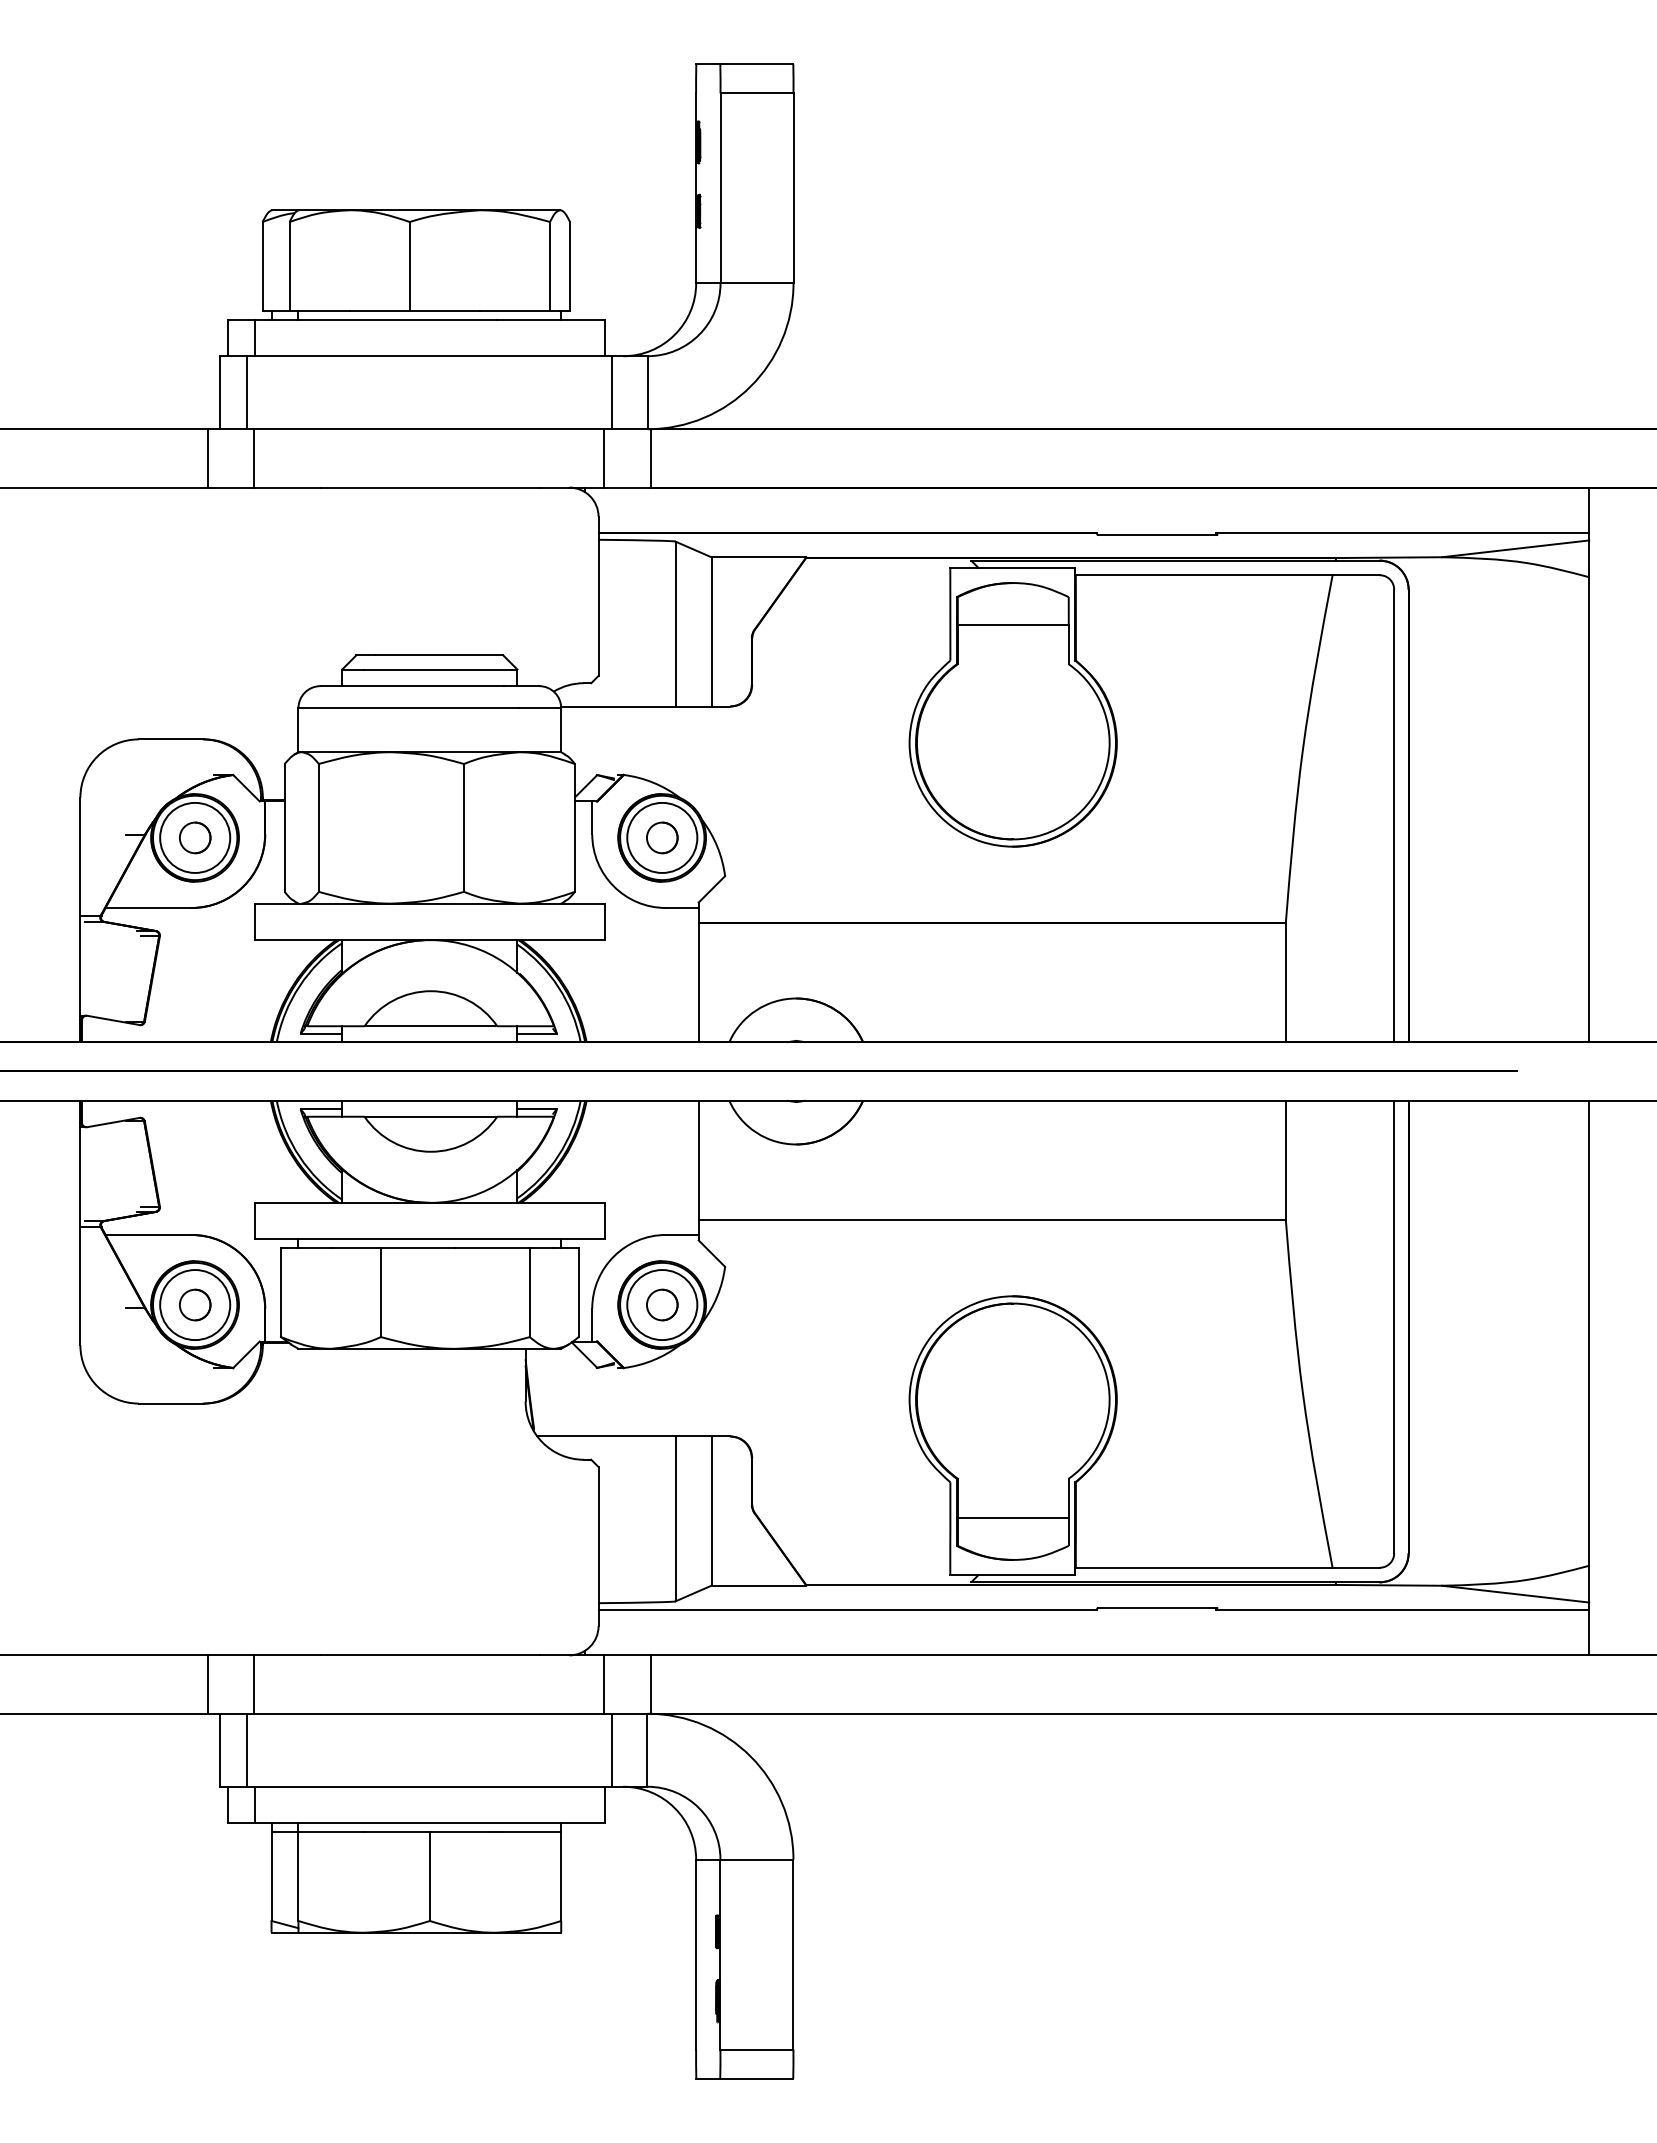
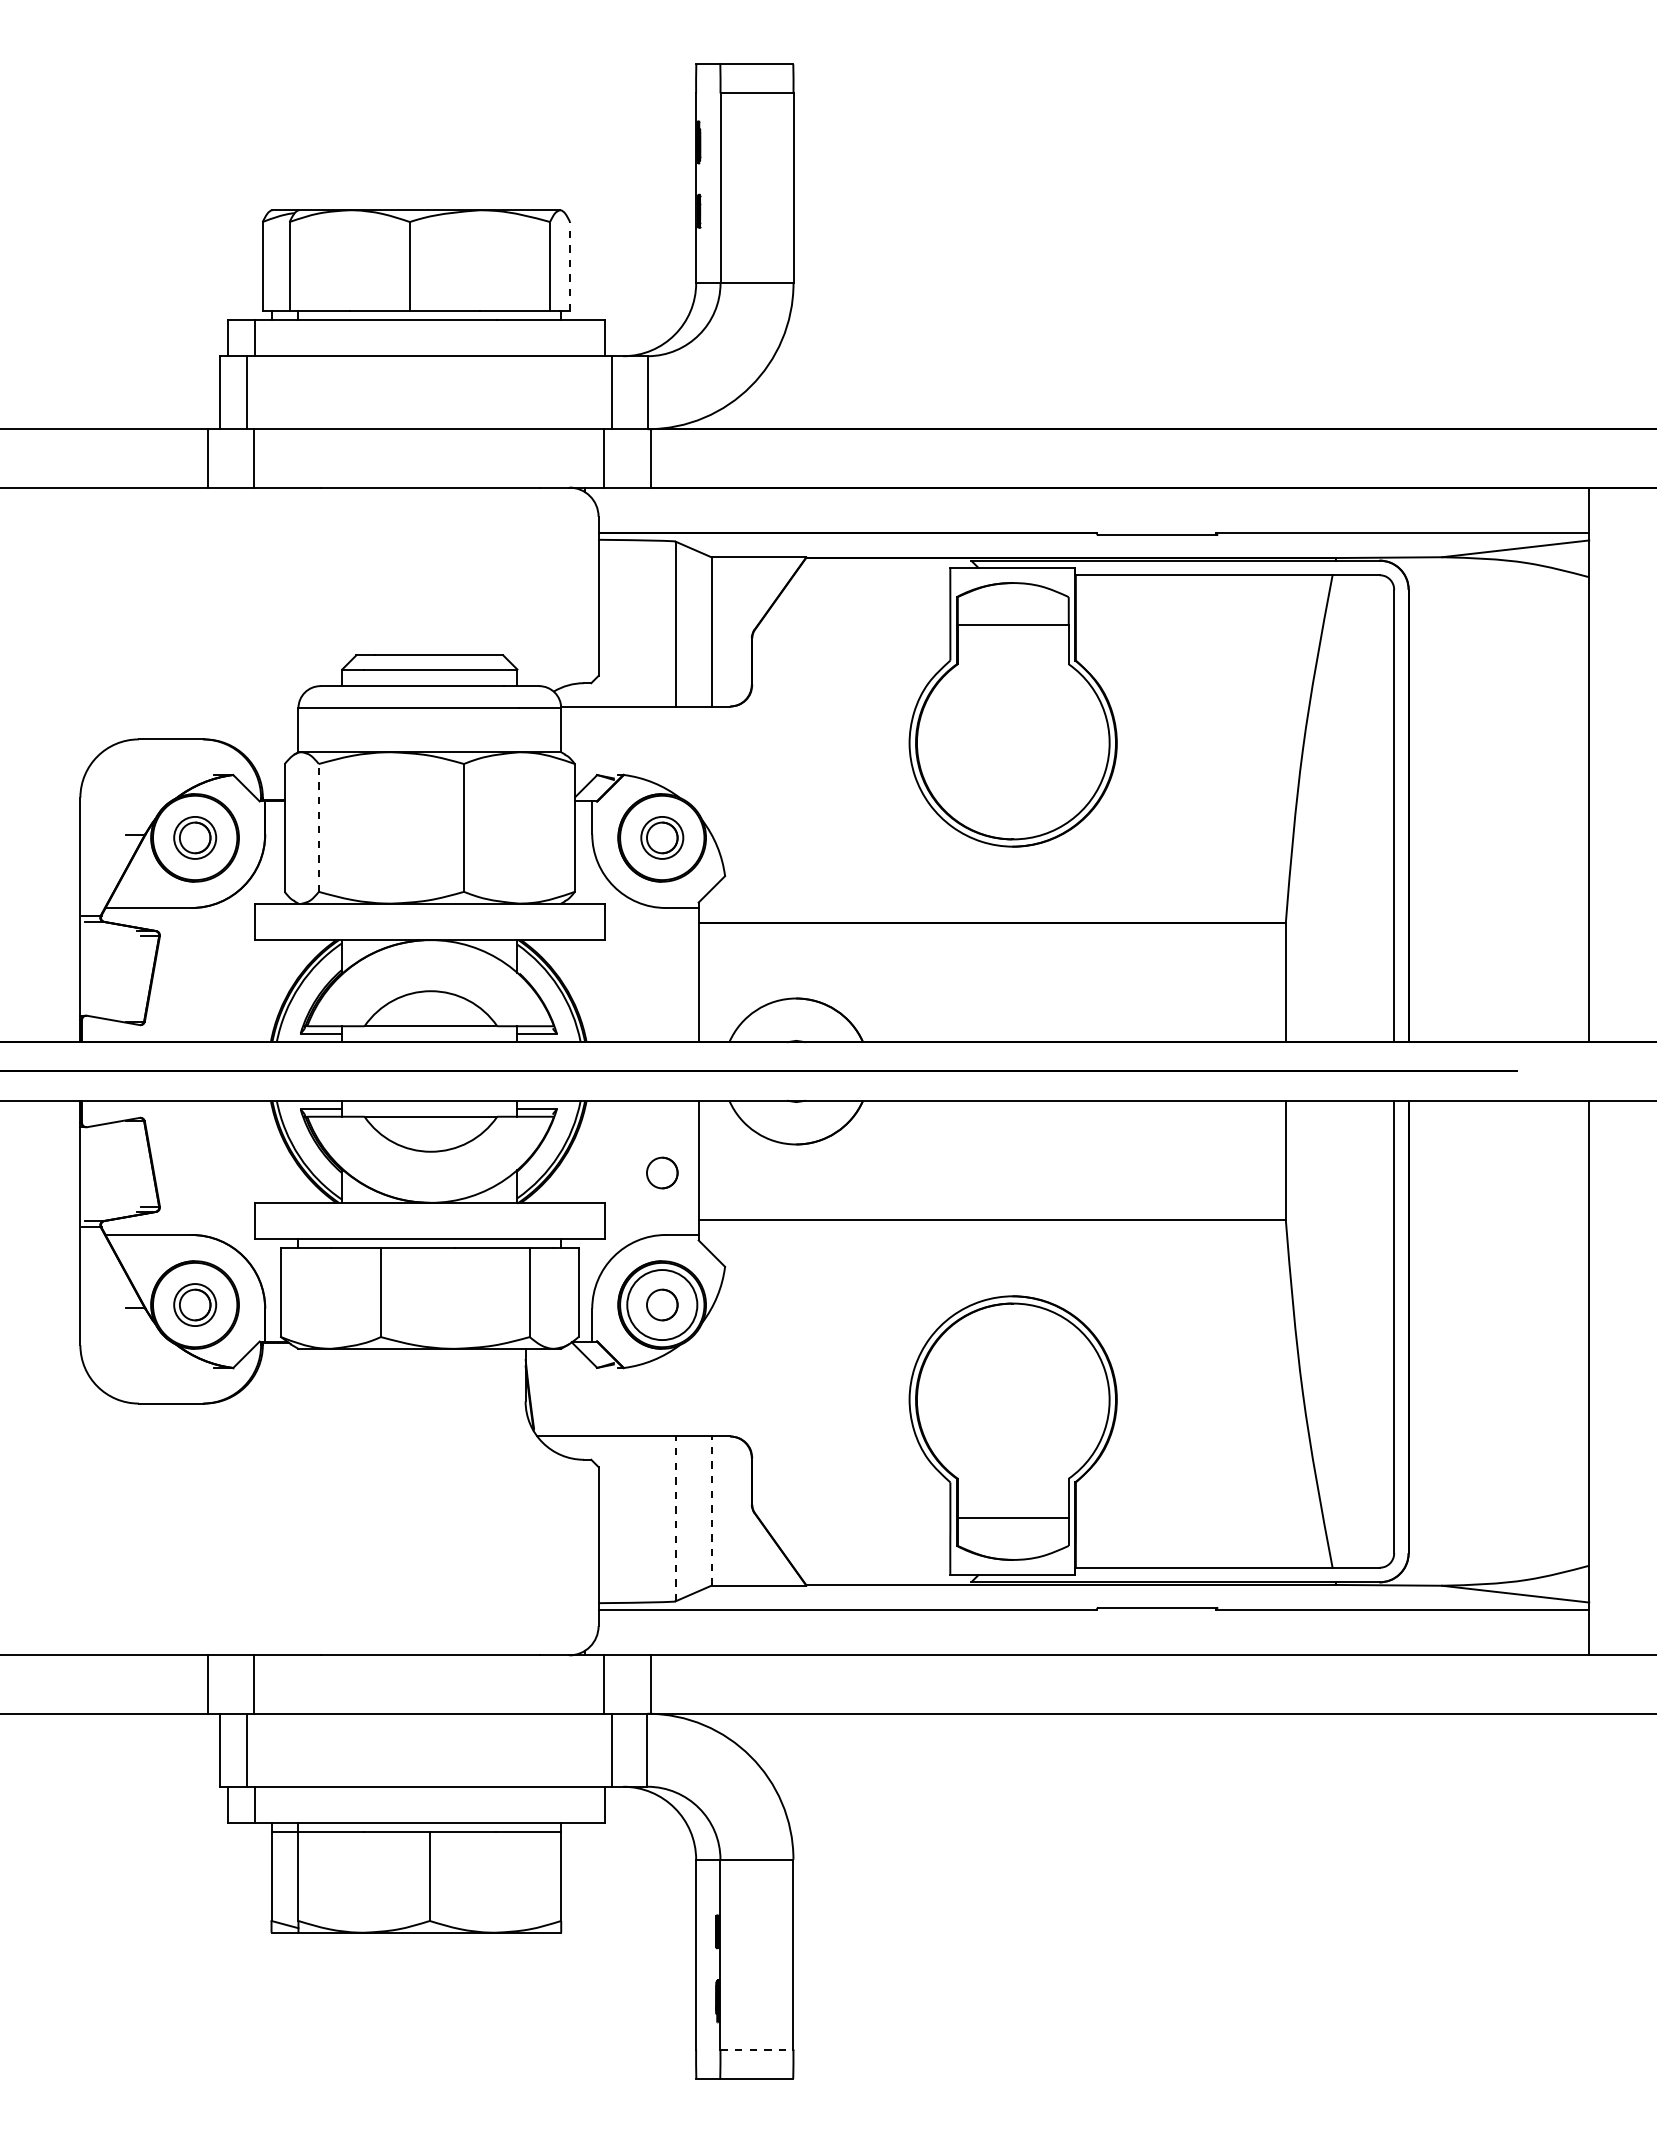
line at (570, 265): solid -> dashed
line at (318, 827): solid -> dashed
circle at (195, 837) diameter: 70 px -> 42 px
circle at (662, 837) diameter: 70 px -> 42 px
part at (662, 1172): none -> present
circle at (195, 1305) diameter: 70 px -> 42 px
line at (711, 1510): solid -> dashed
line at (675, 1518): solid -> dashed
line at (757, 2049): solid -> dashed
